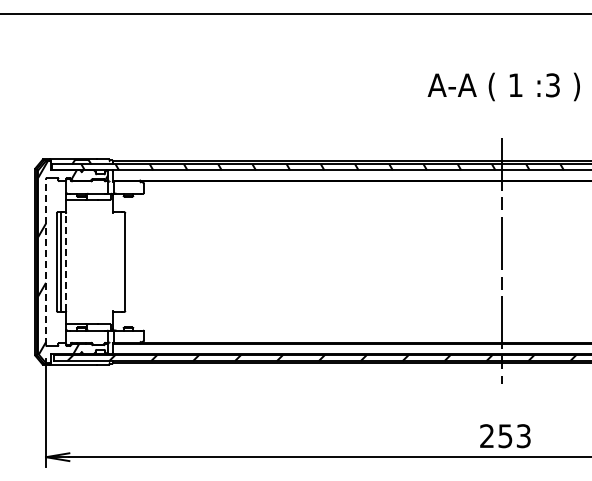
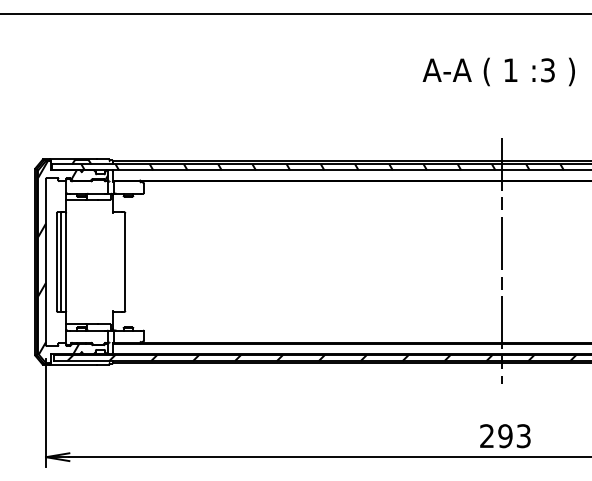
text at (503, 86) position: (503, 86) -> (498, 71)
line at (46, 261): dashed -> solid
line at (66, 262): dashed -> solid
text at (505, 435): 253 -> 293
